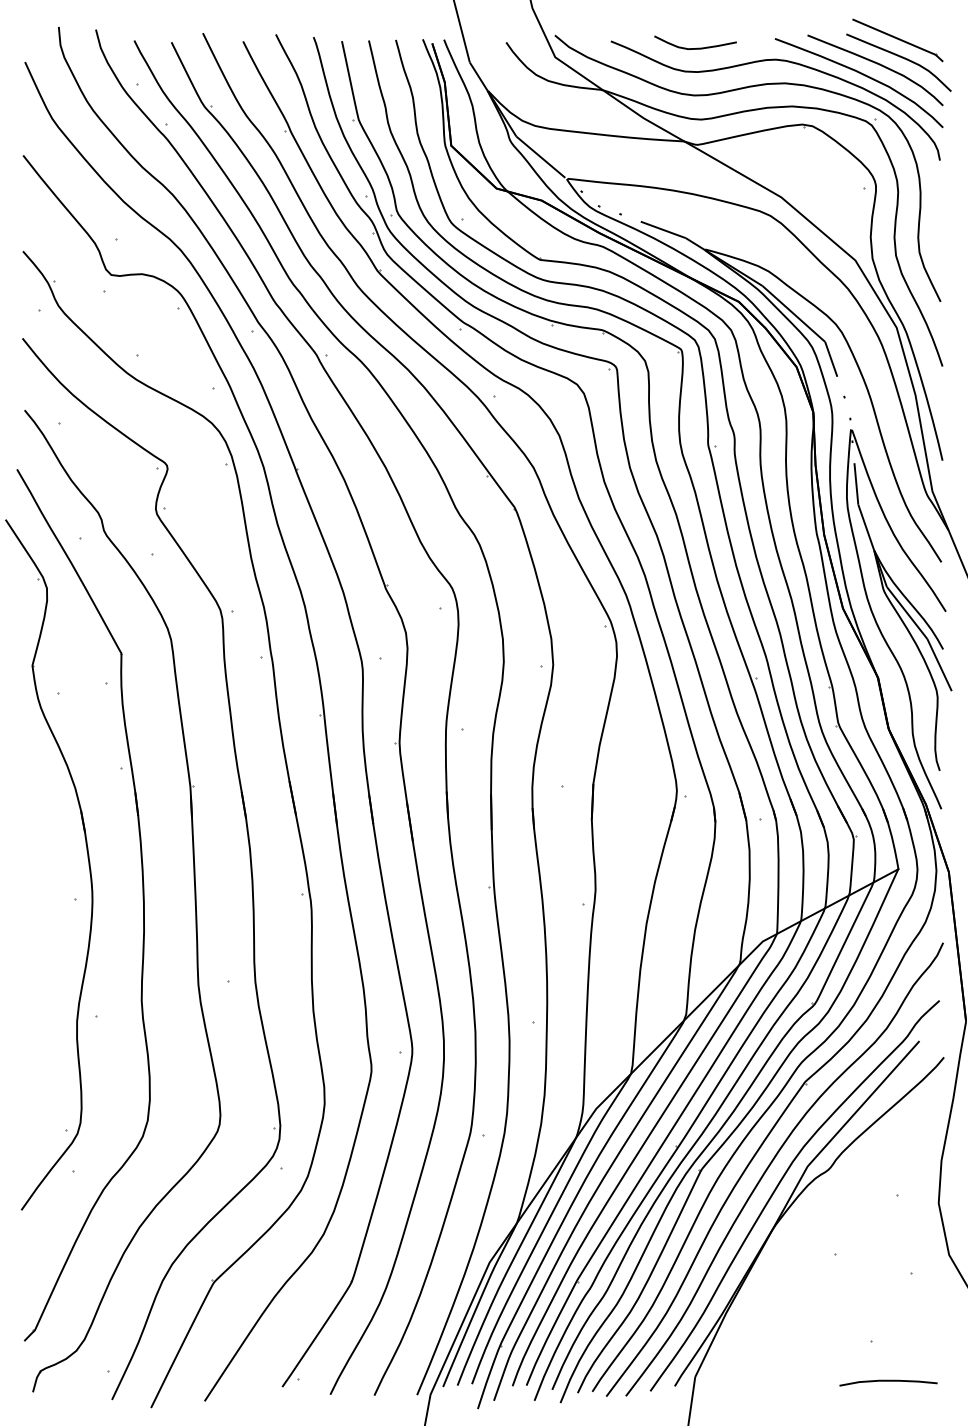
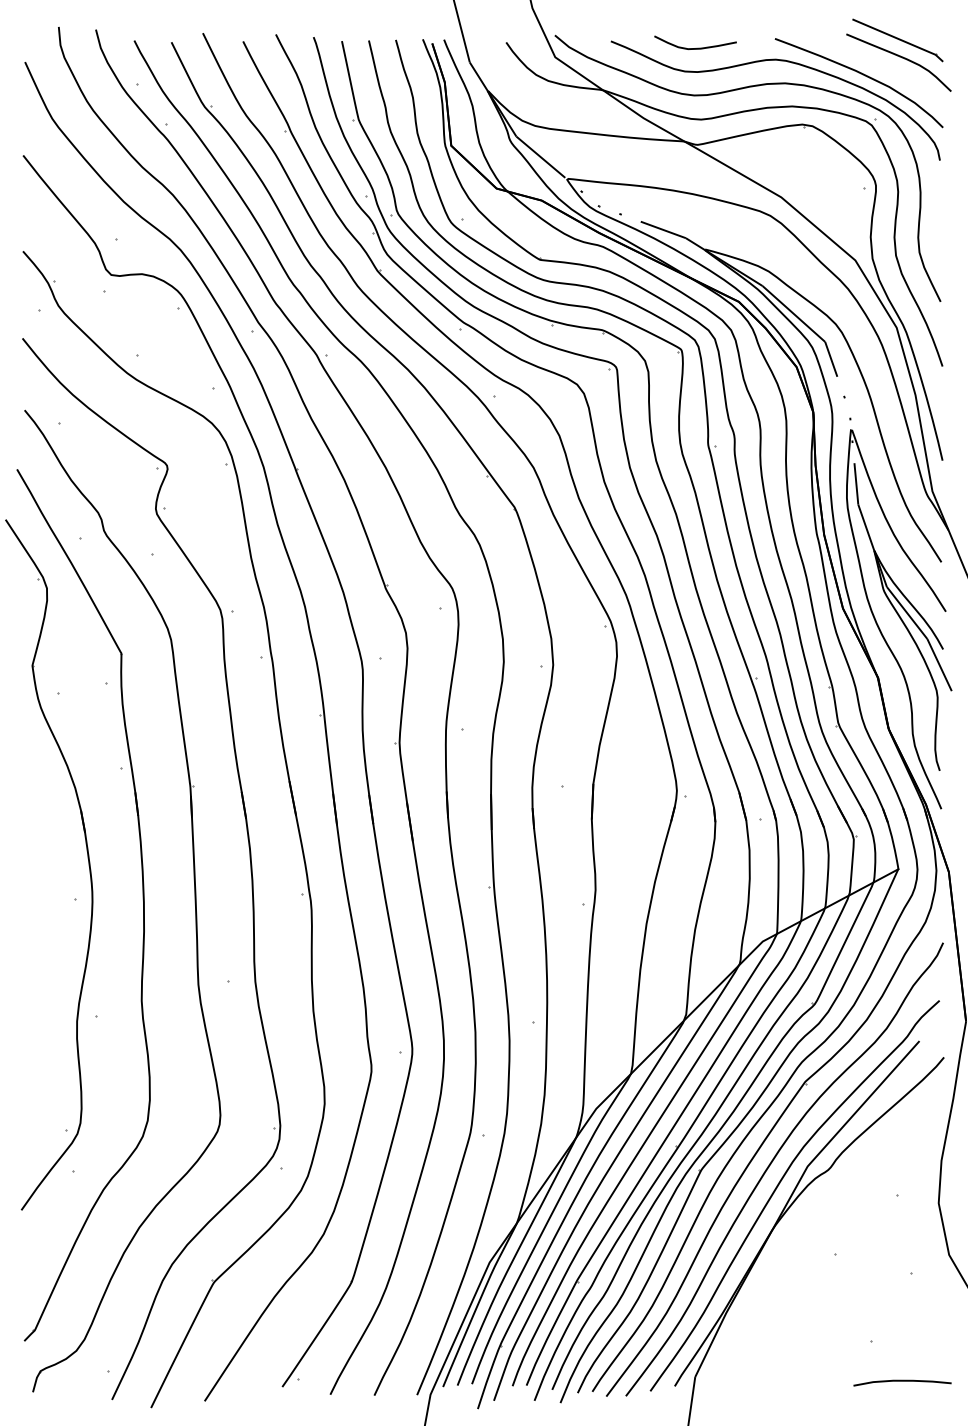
curve at (876, 64): present -> none
curve at (888, 1381) position: (888, 1381) -> (902, 1381)
